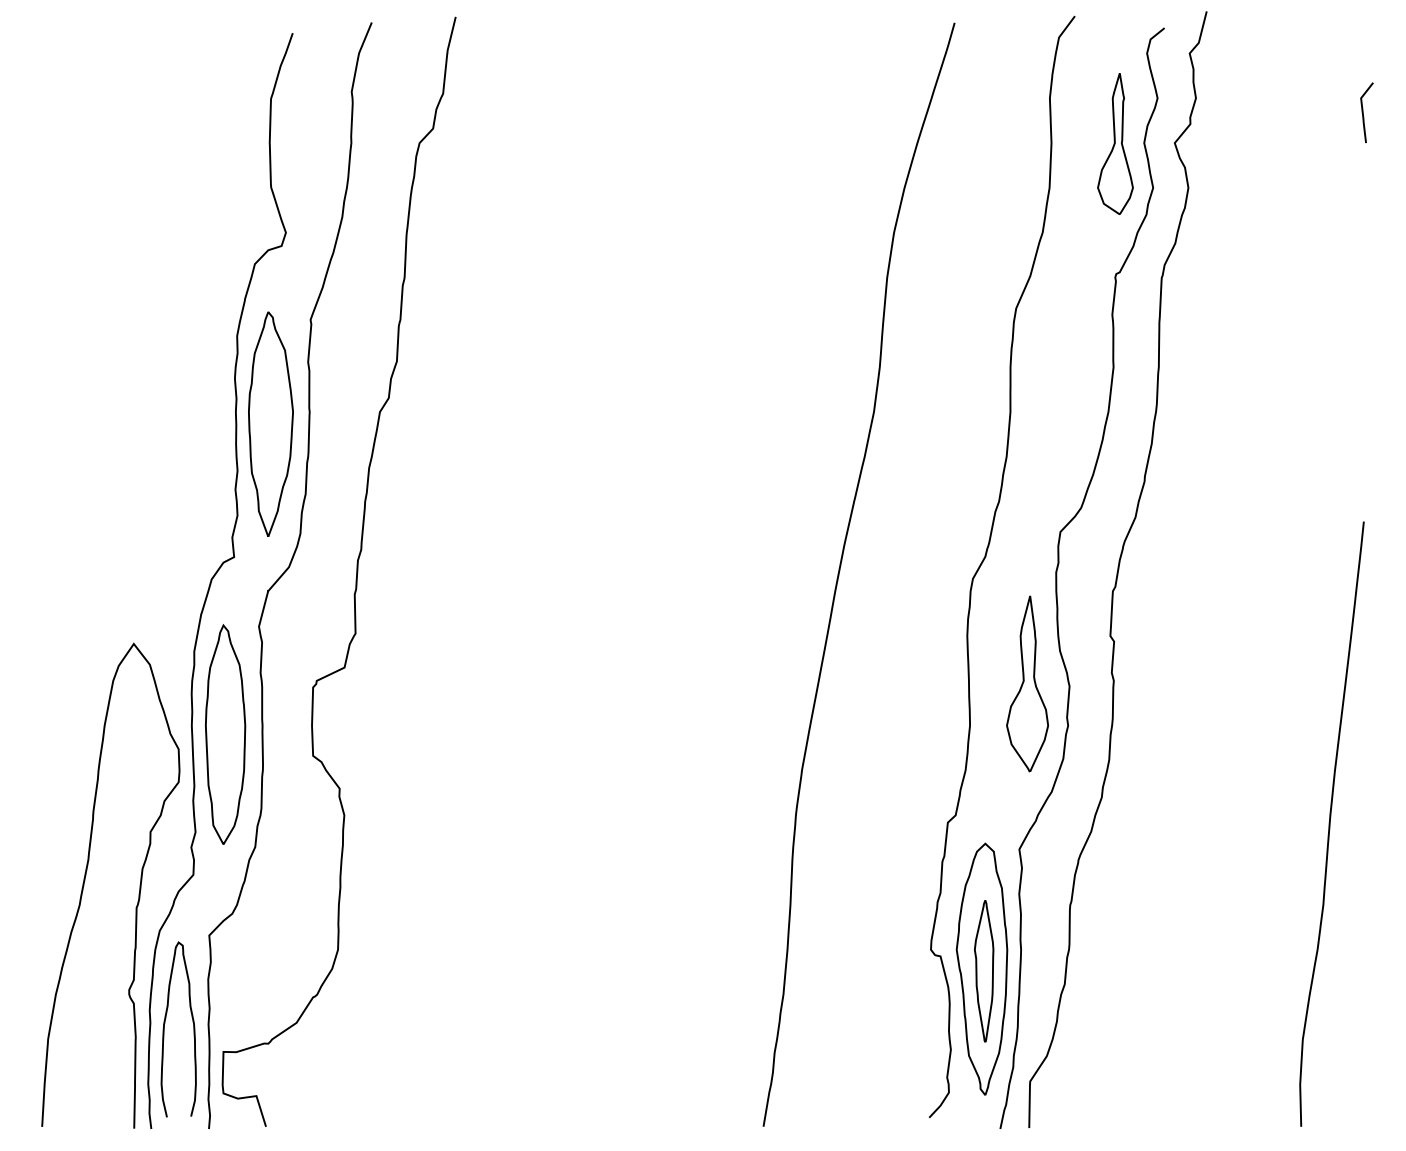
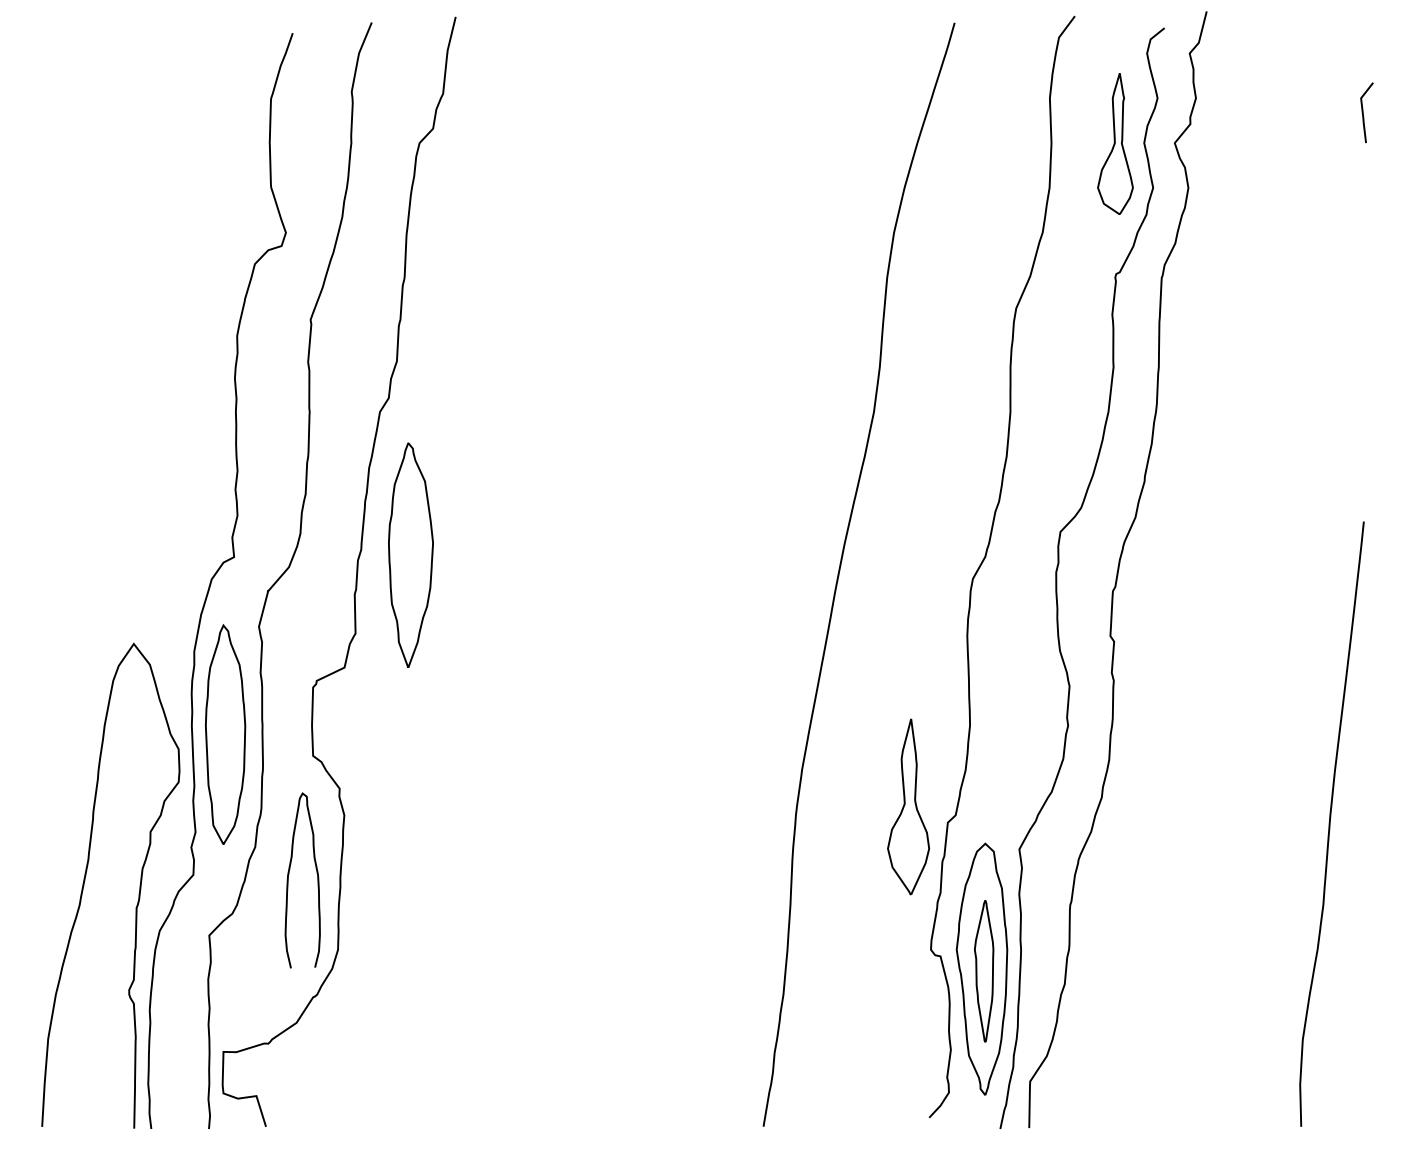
part at (270, 423) position: (270, 423) -> (410, 554)
part at (1027, 683) position: (1027, 683) -> (908, 806)
curve at (164, 1029) position: (164, 1029) -> (288, 880)
